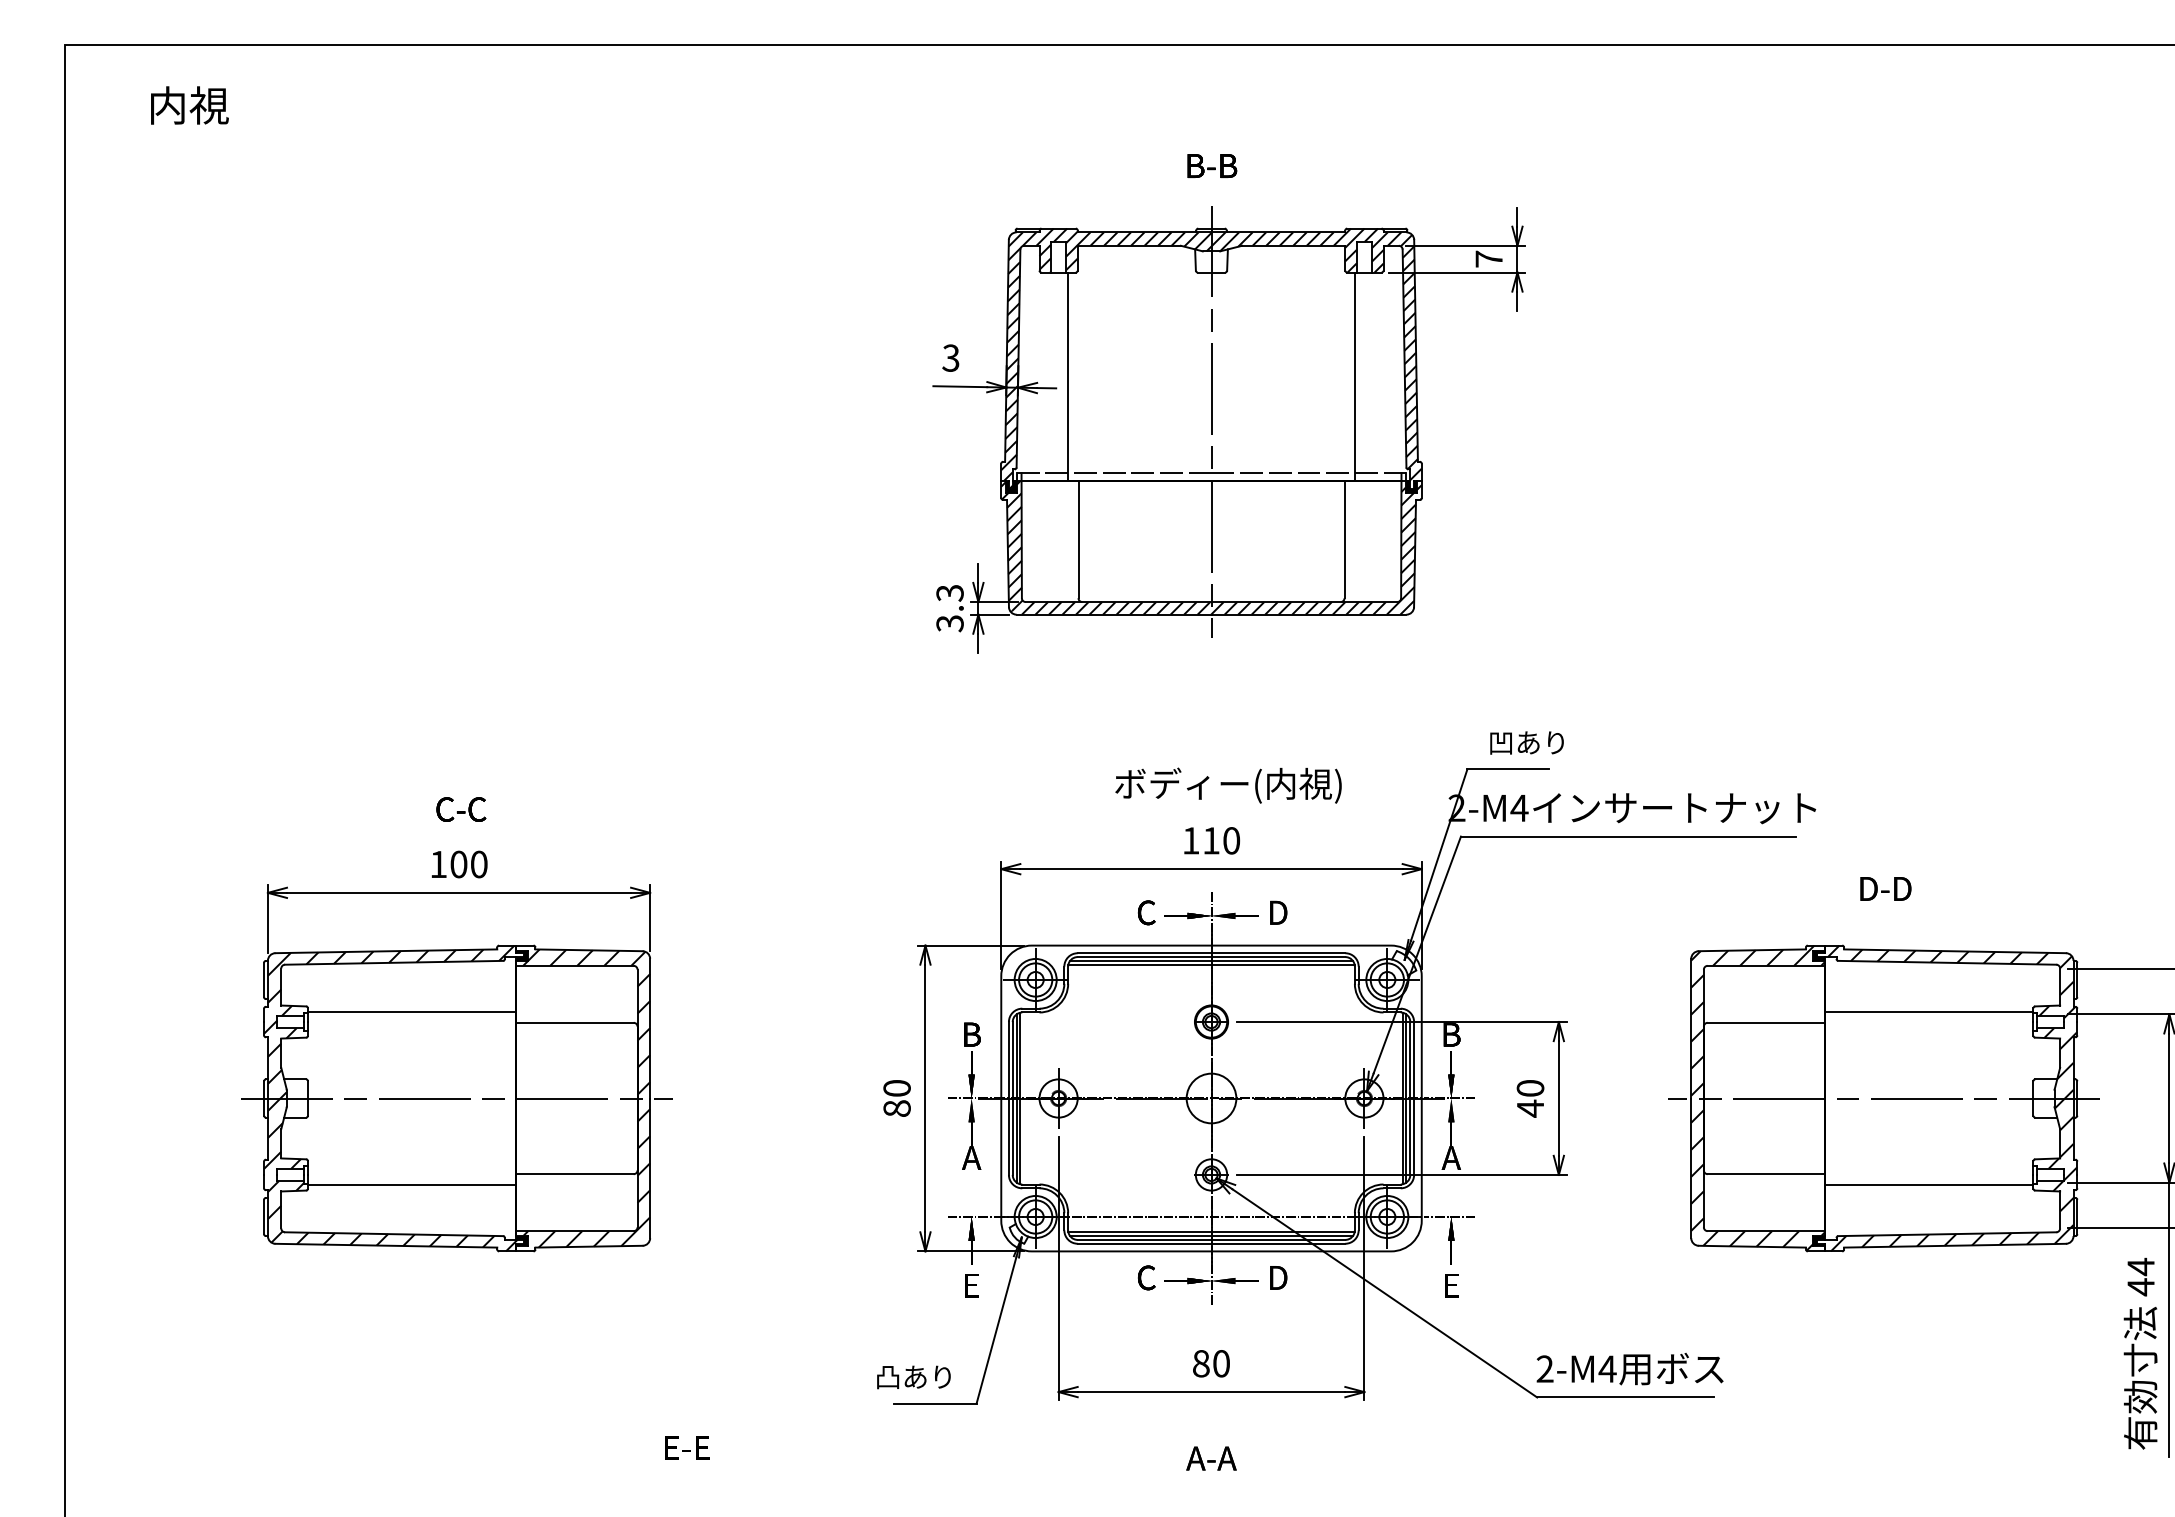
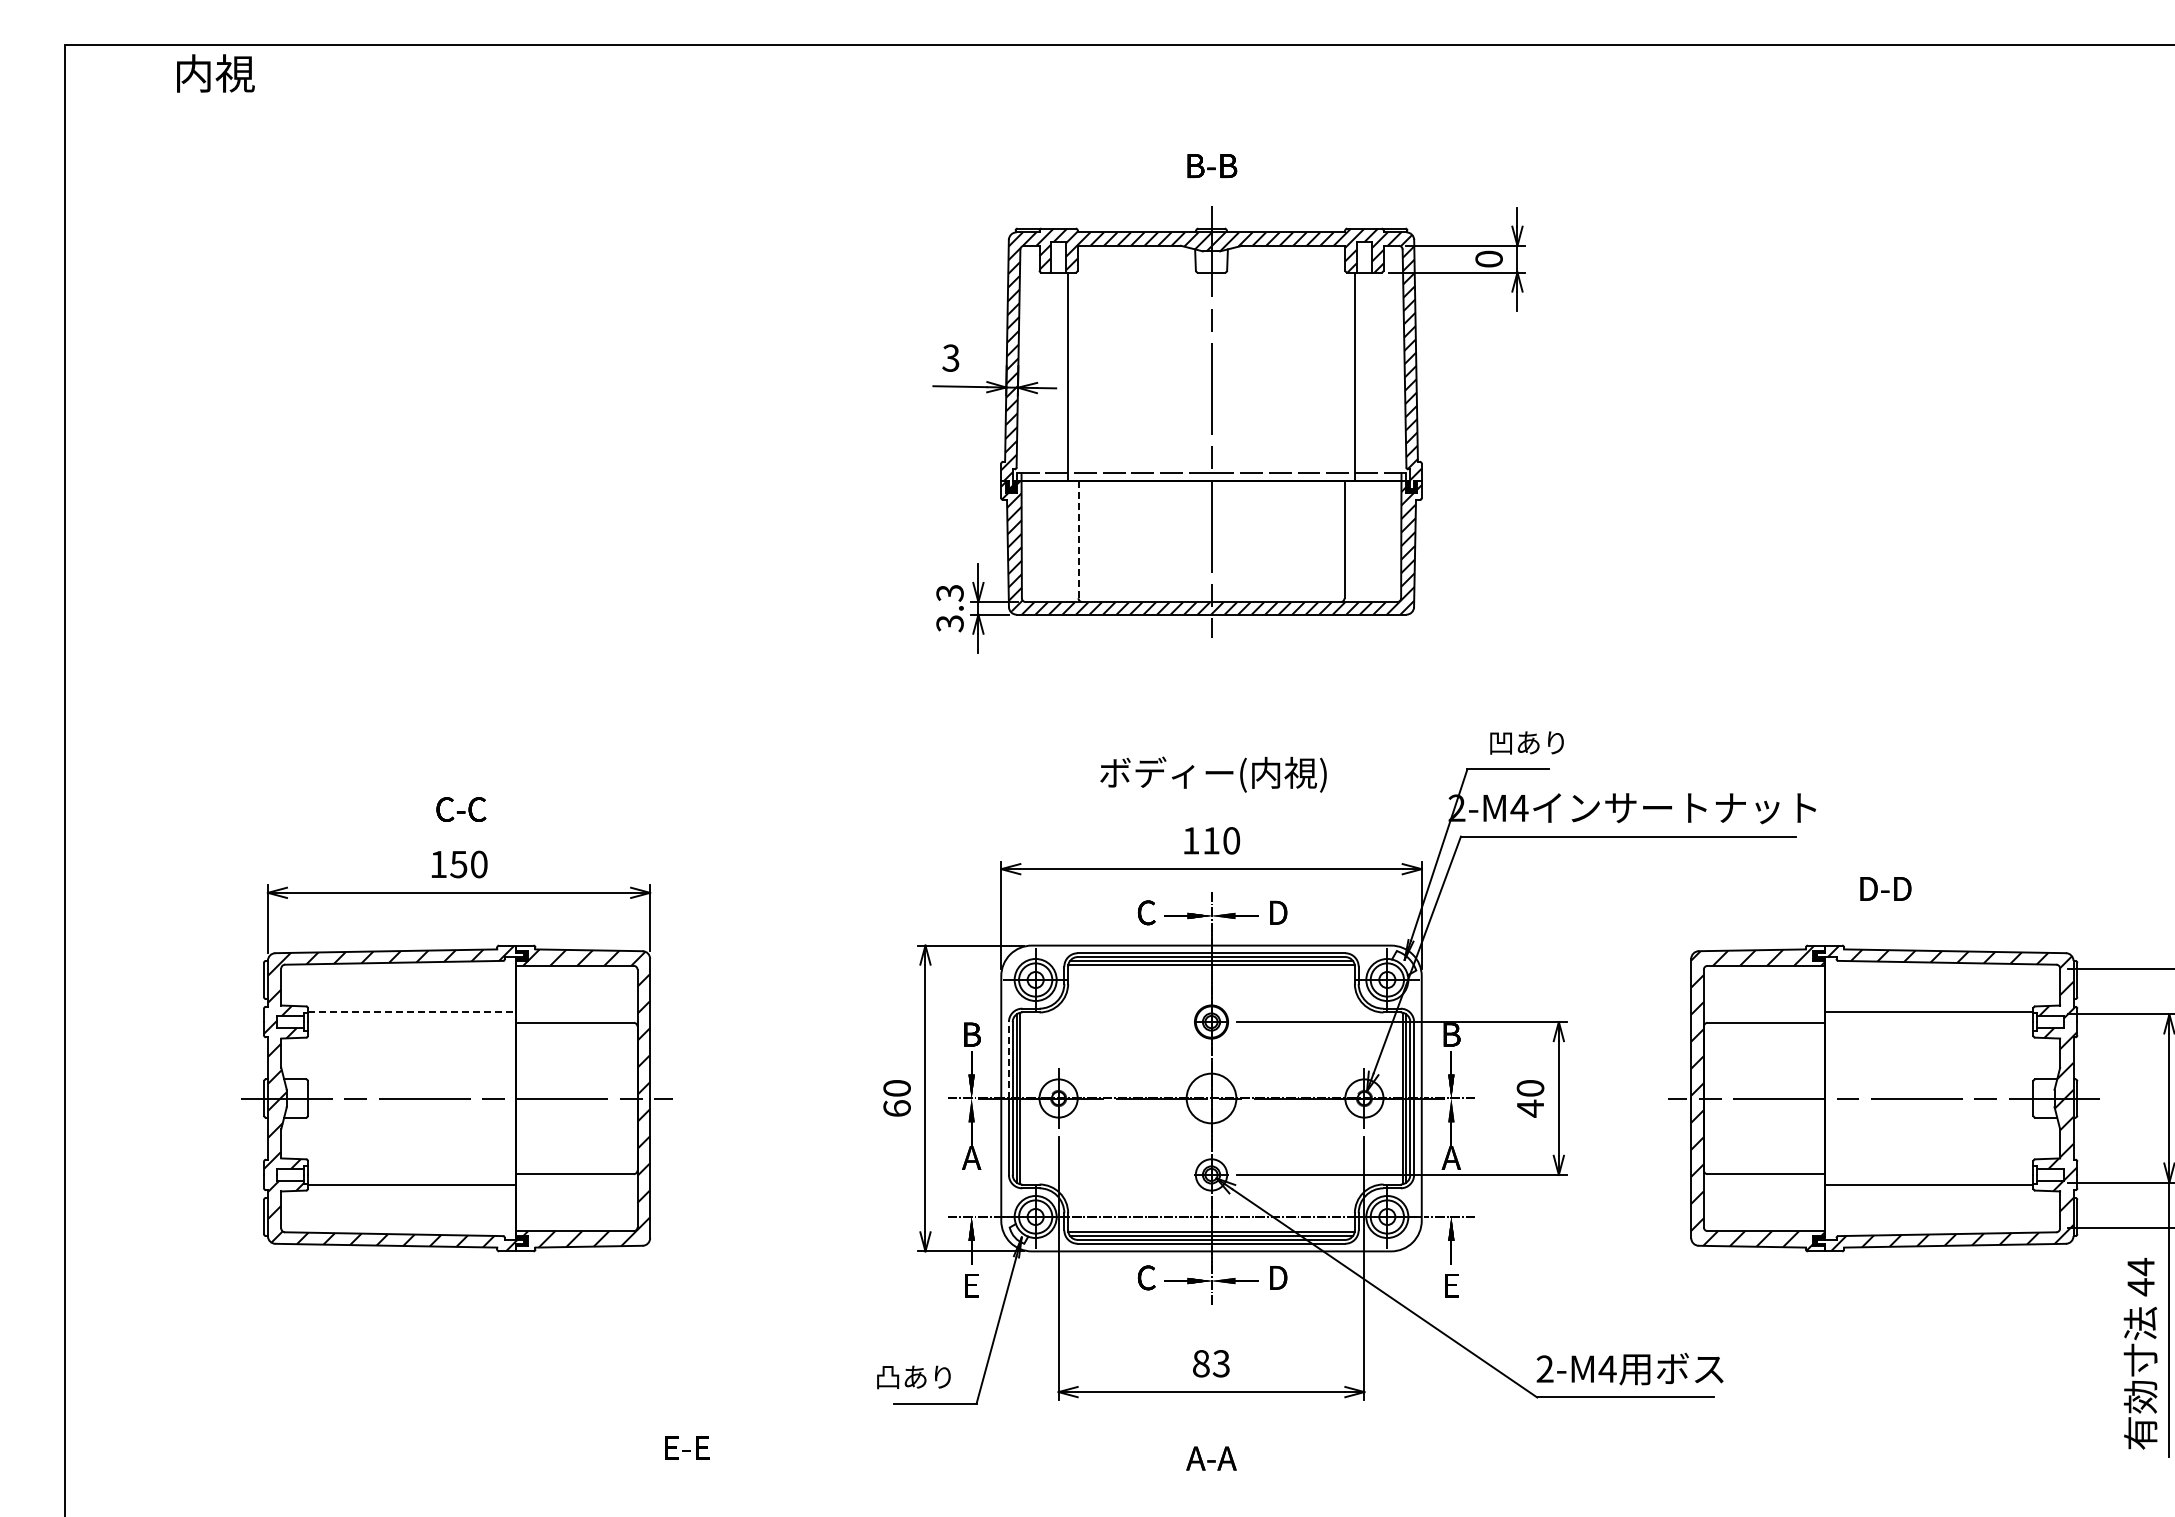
text at (189, 105) position: (189, 105) -> (215, 73)
text at (1488, 258): 7 -> 0
line at (1078, 539): solid -> dashed
text at (1228, 785) position: (1228, 785) -> (1213, 774)
text at (458, 864): 100 -> 150
line at (412, 1012): solid -> dashed
line at (1008, 1059): solid -> dashed
text at (896, 1108): 80 -> 60
text at (1220, 1363): 80 -> 83
